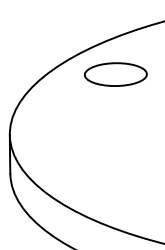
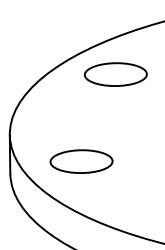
part at (81, 161): none -> present
